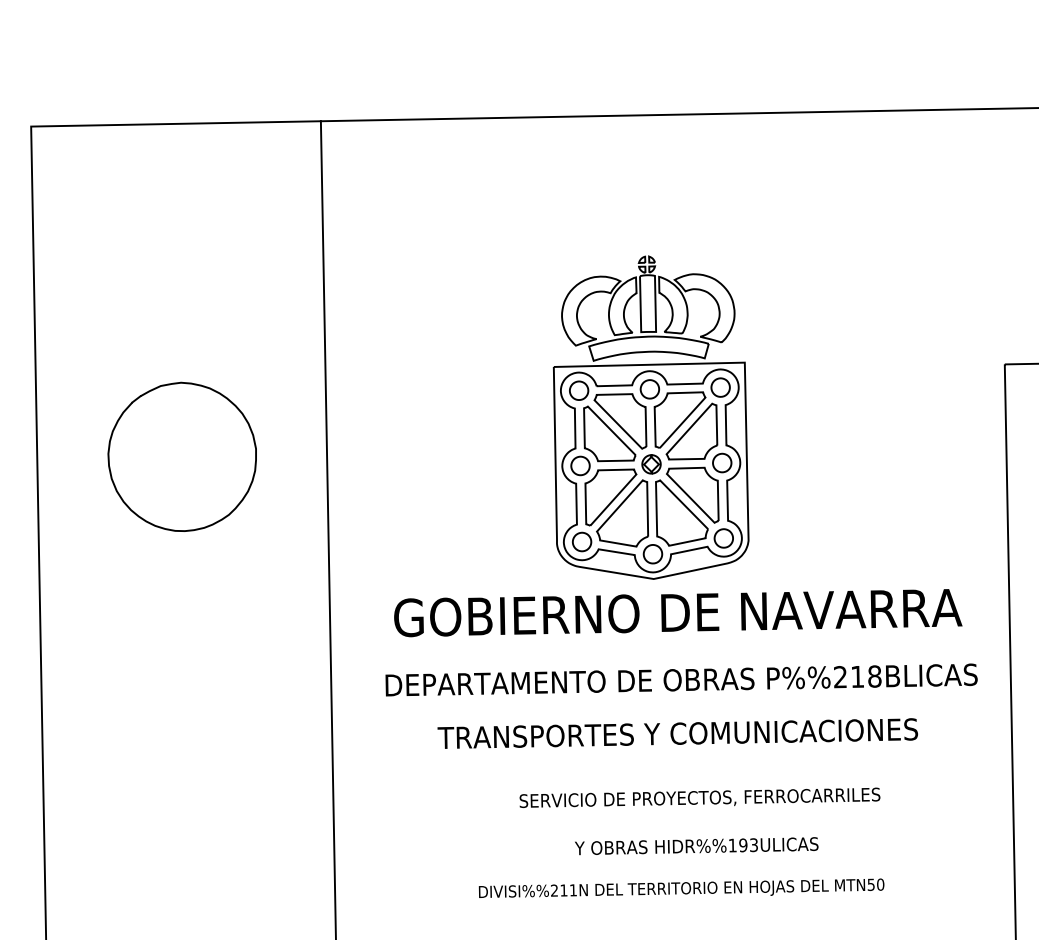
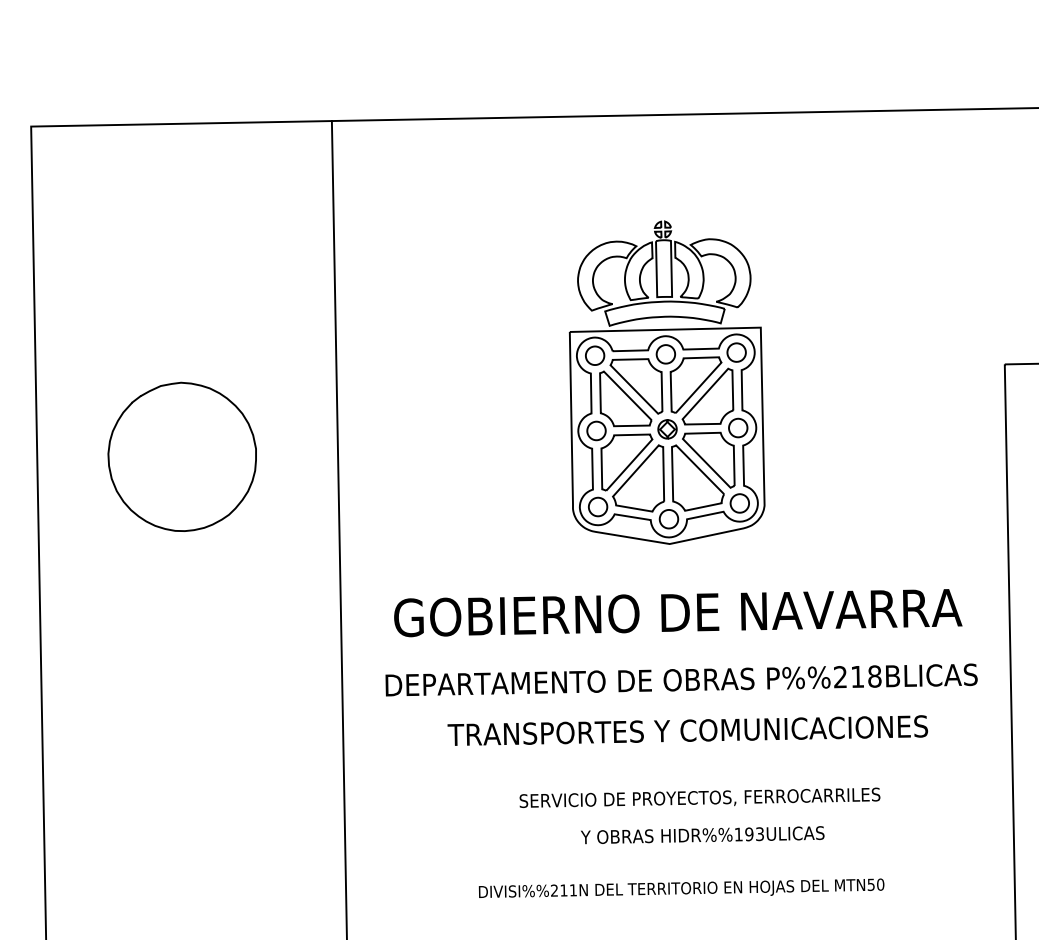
part at (650, 417) position: (650, 417) -> (666, 382)
line at (327, 528) position: (327, 528) -> (338, 528)
text at (677, 733) position: (677, 733) -> (687, 730)
text at (696, 846) position: (696, 846) -> (702, 835)
